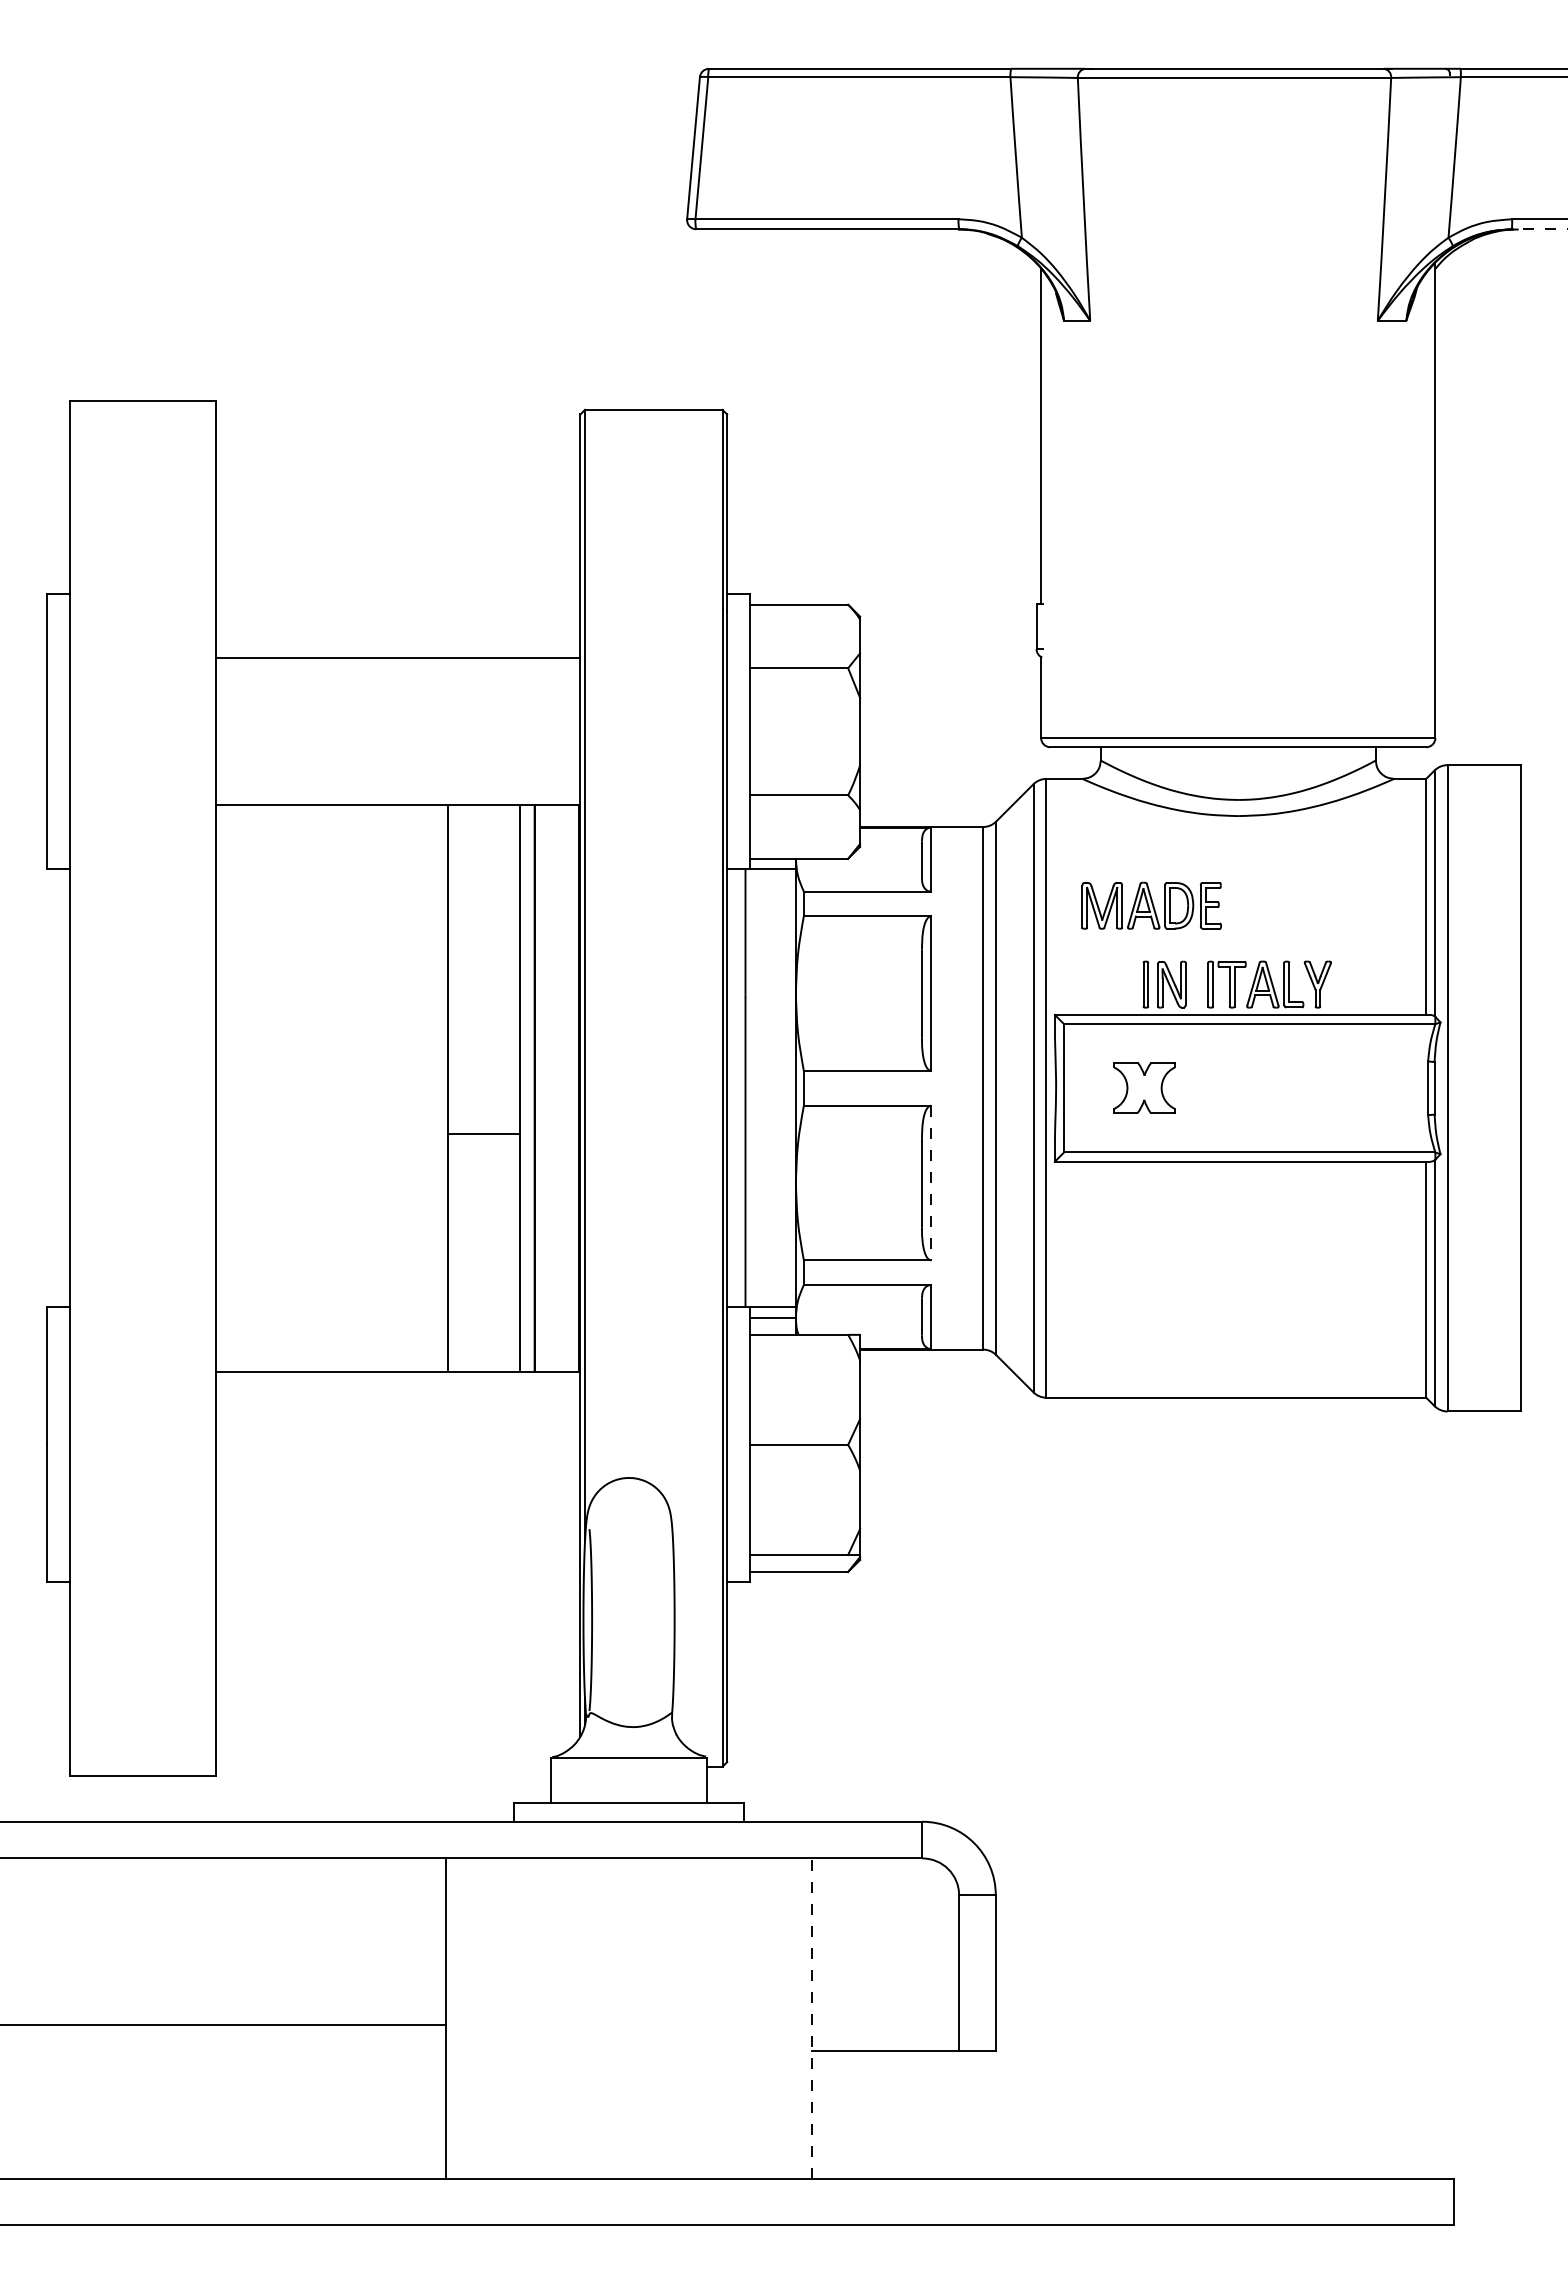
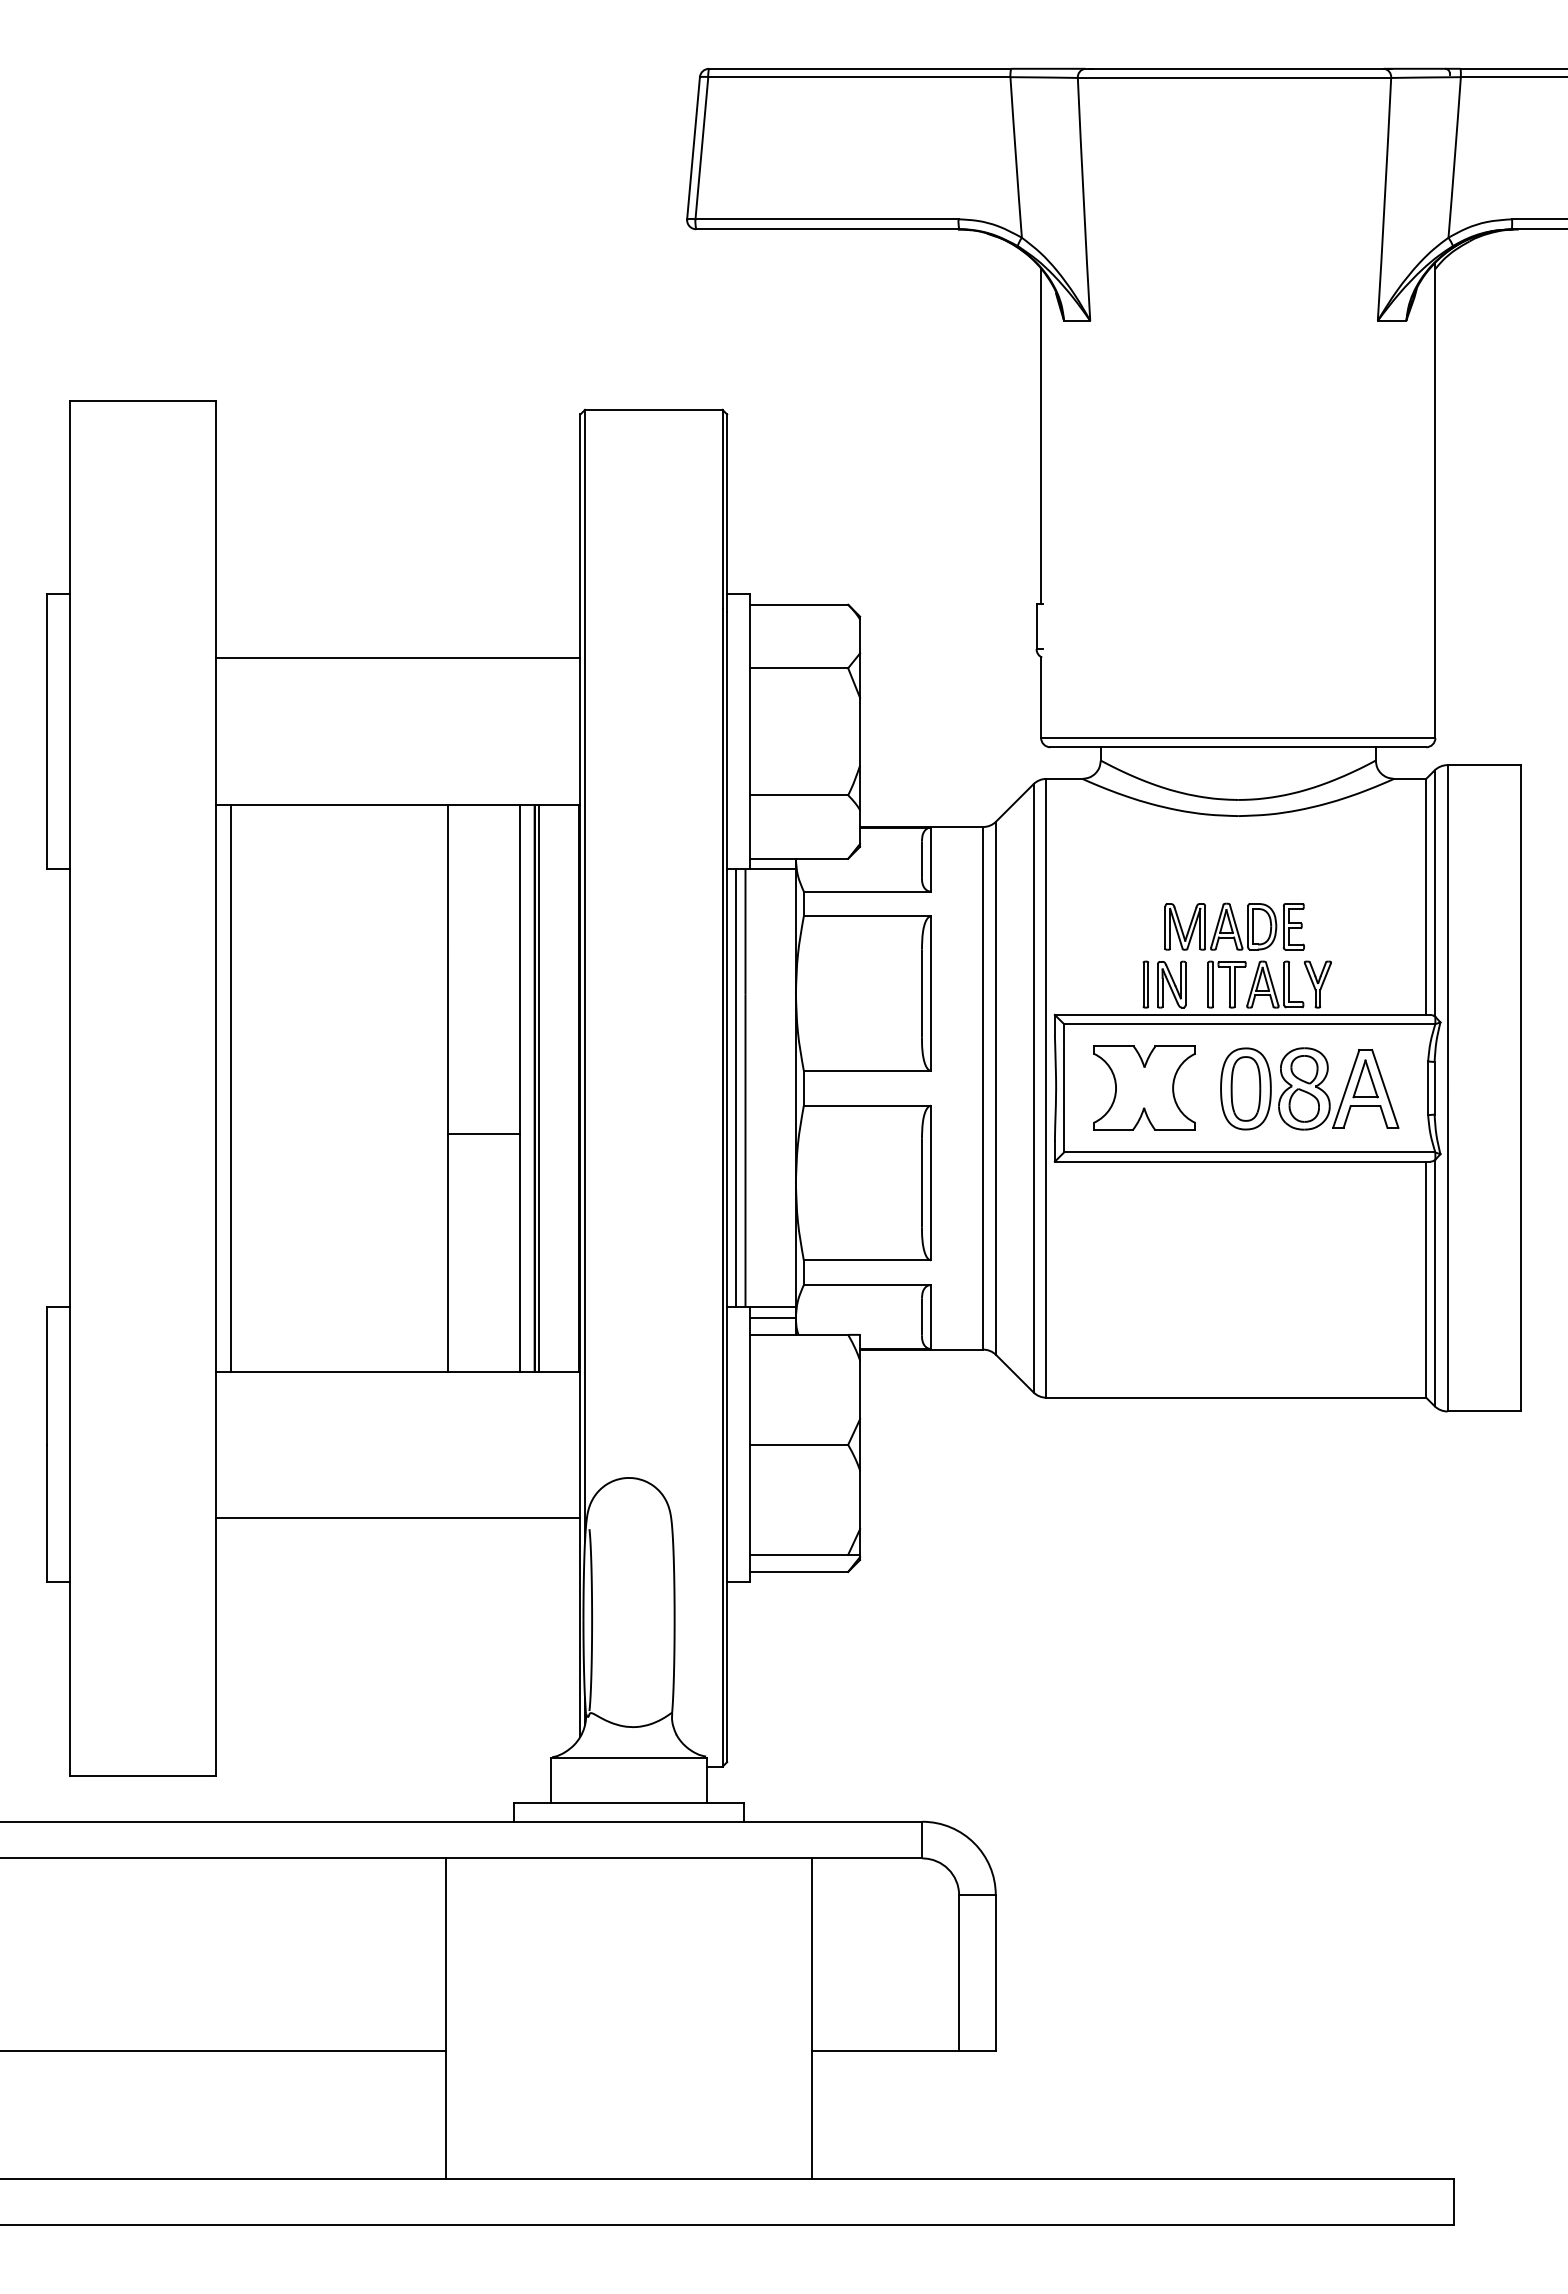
line at (1539, 229): dashed -> solid
part at (1151, 905) position: (1151, 905) -> (1234, 926)
part at (1144, 1087) size: 63x52 px -> 103x86 px
line at (231, 1088): none -> present
line at (539, 1088): none -> present
line at (736, 1088): none -> present
part at (1309, 1088): none -> present
line at (931, 1183): dashed -> solid
line at (398, 1518): none -> present
line at (812, 2018): dashed -> solid
line at (223, 2024) position: (223, 2024) -> (223, 2050)
